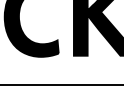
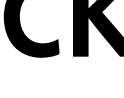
line at (61, 84): present -> none
